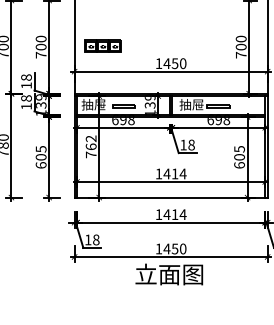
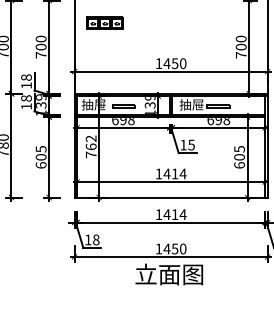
part at (102, 45) position: (102, 45) -> (104, 22)
text at (191, 144): 18 -> 15
